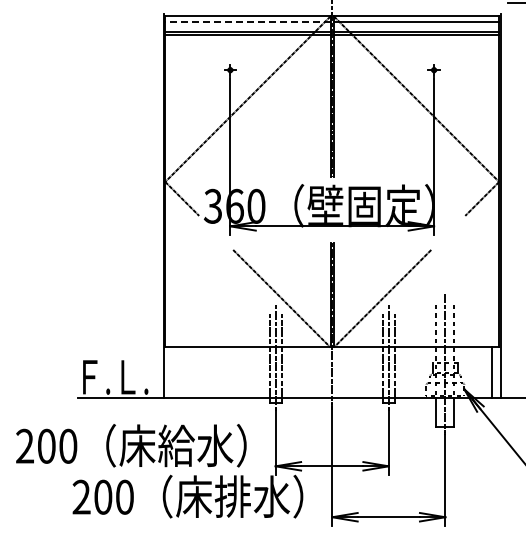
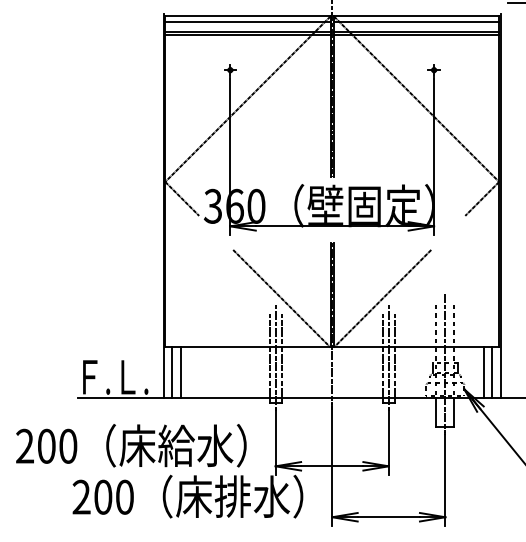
line at (247, 22): dashed -> solid
line at (172, 372): none -> present
line at (180, 372): none -> present
line at (483, 372): none -> present
